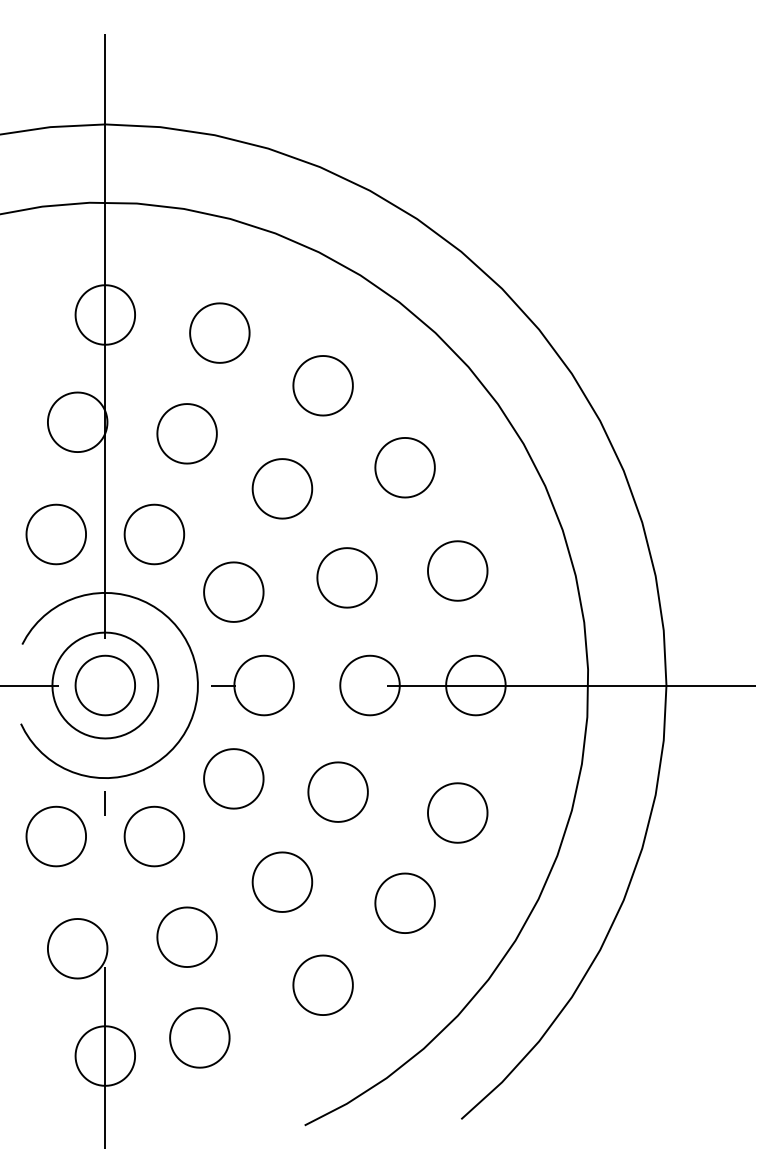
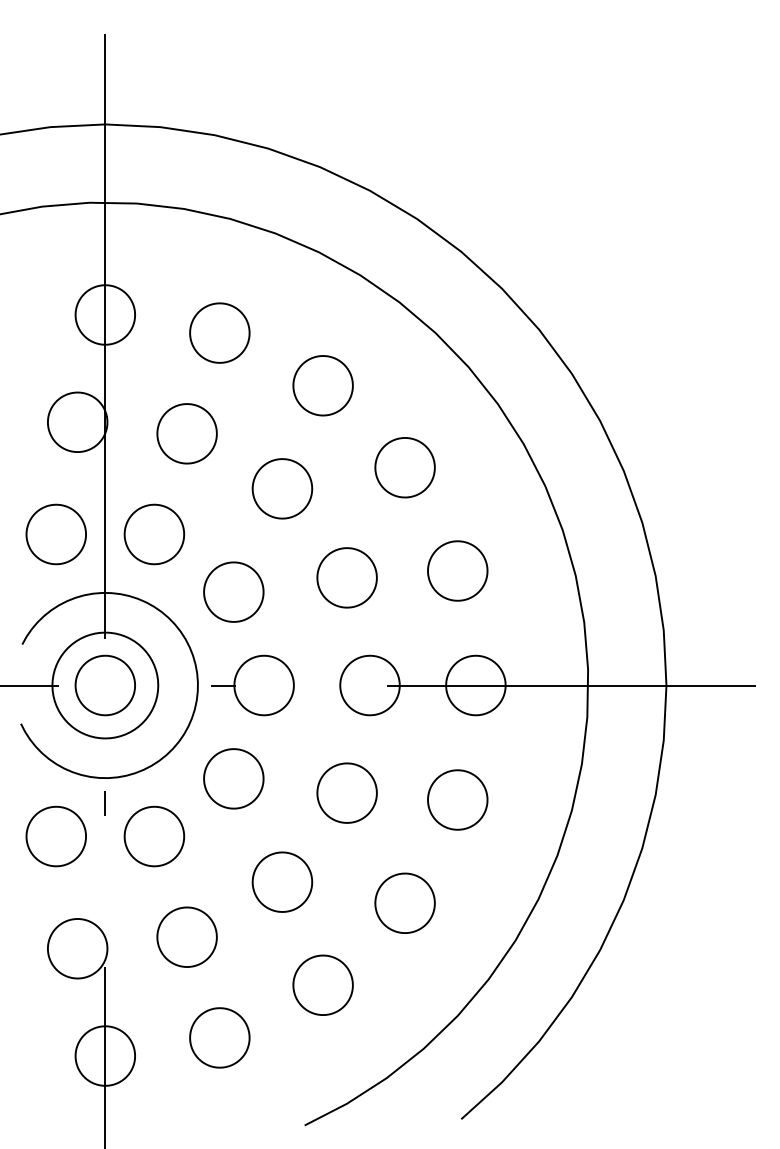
part at (337, 791) position: (337, 791) -> (346, 792)
part at (457, 812) position: (457, 812) -> (457, 799)
part at (199, 1037) position: (199, 1037) -> (219, 1037)
